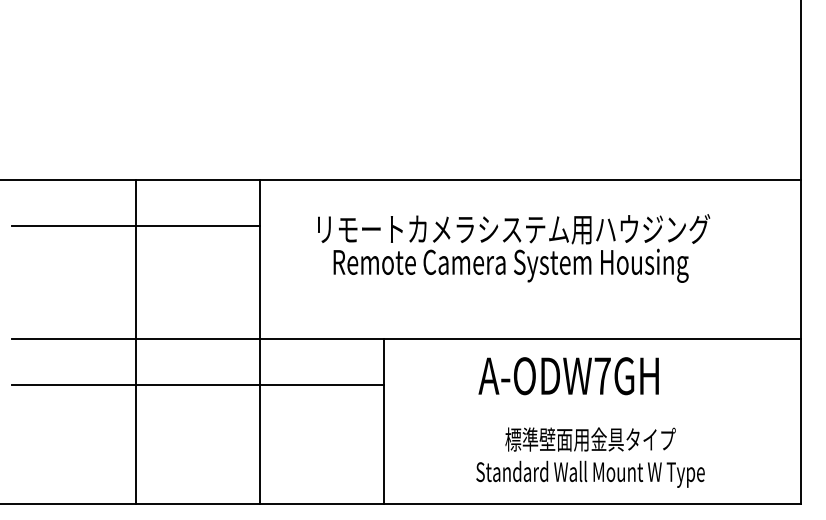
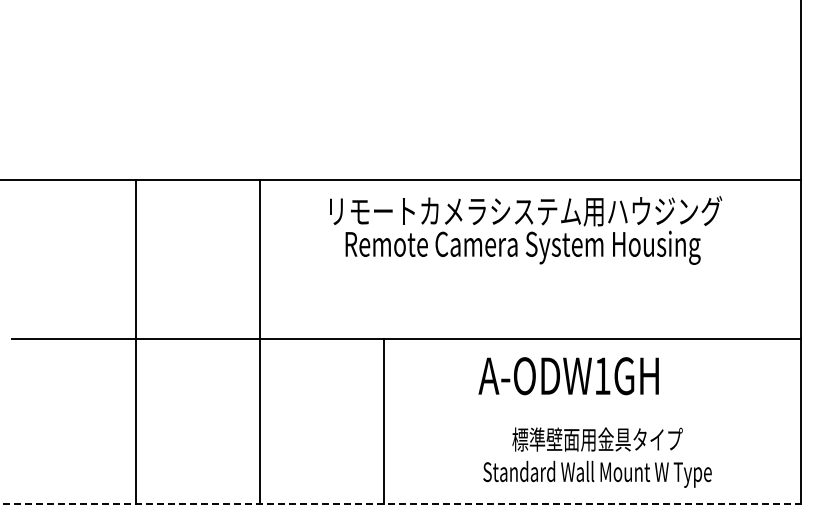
line at (135, 226): present -> none
text at (514, 248) position: (514, 248) -> (526, 230)
text at (602, 375): A-ODW7GH -> A-ODW1GH
line at (197, 385): present -> none
text at (590, 457) position: (590, 457) -> (597, 457)
line at (401, 504): solid -> dashed
